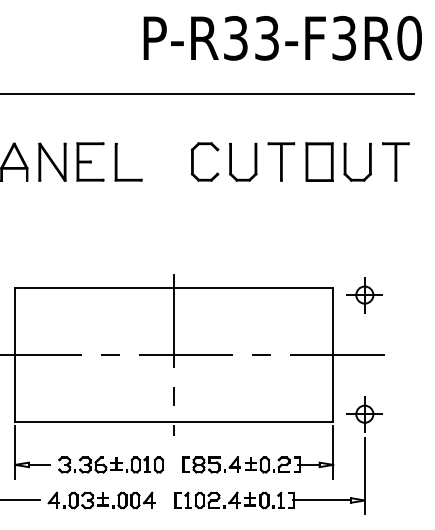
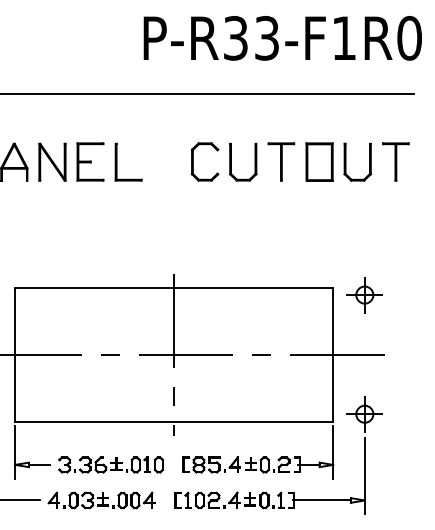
text at (343, 38): P-R33-F3R0 -> P-R33-F1R0
